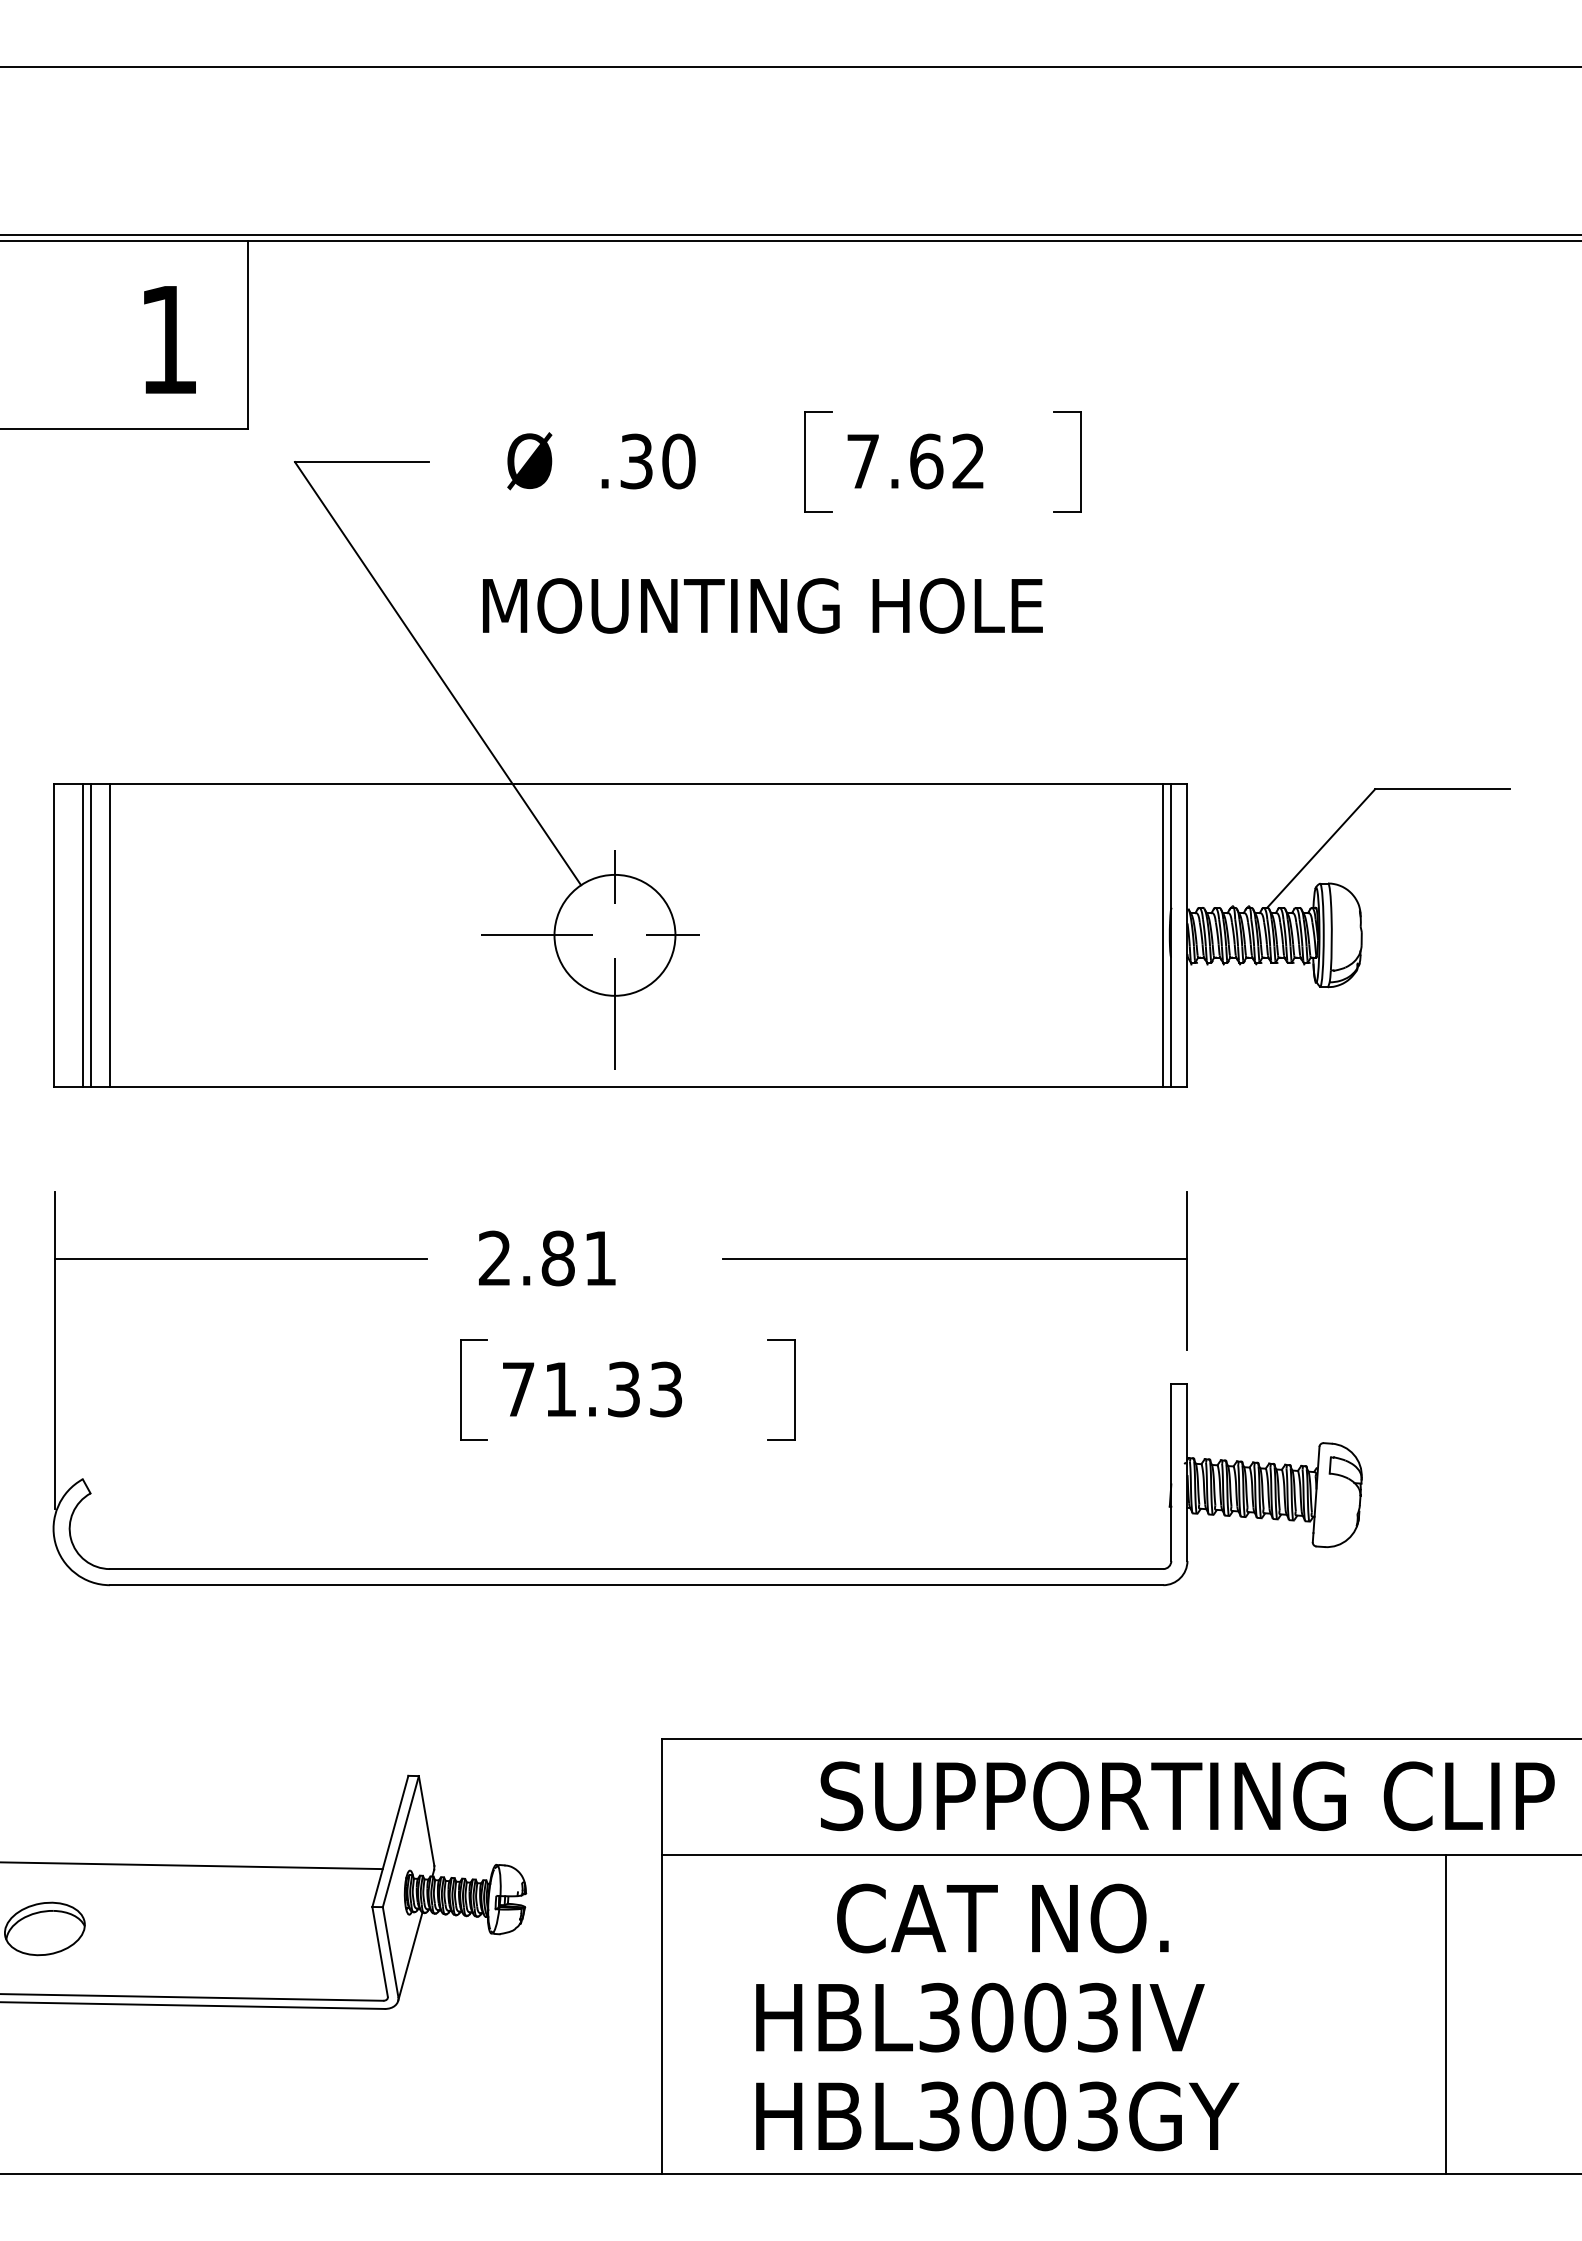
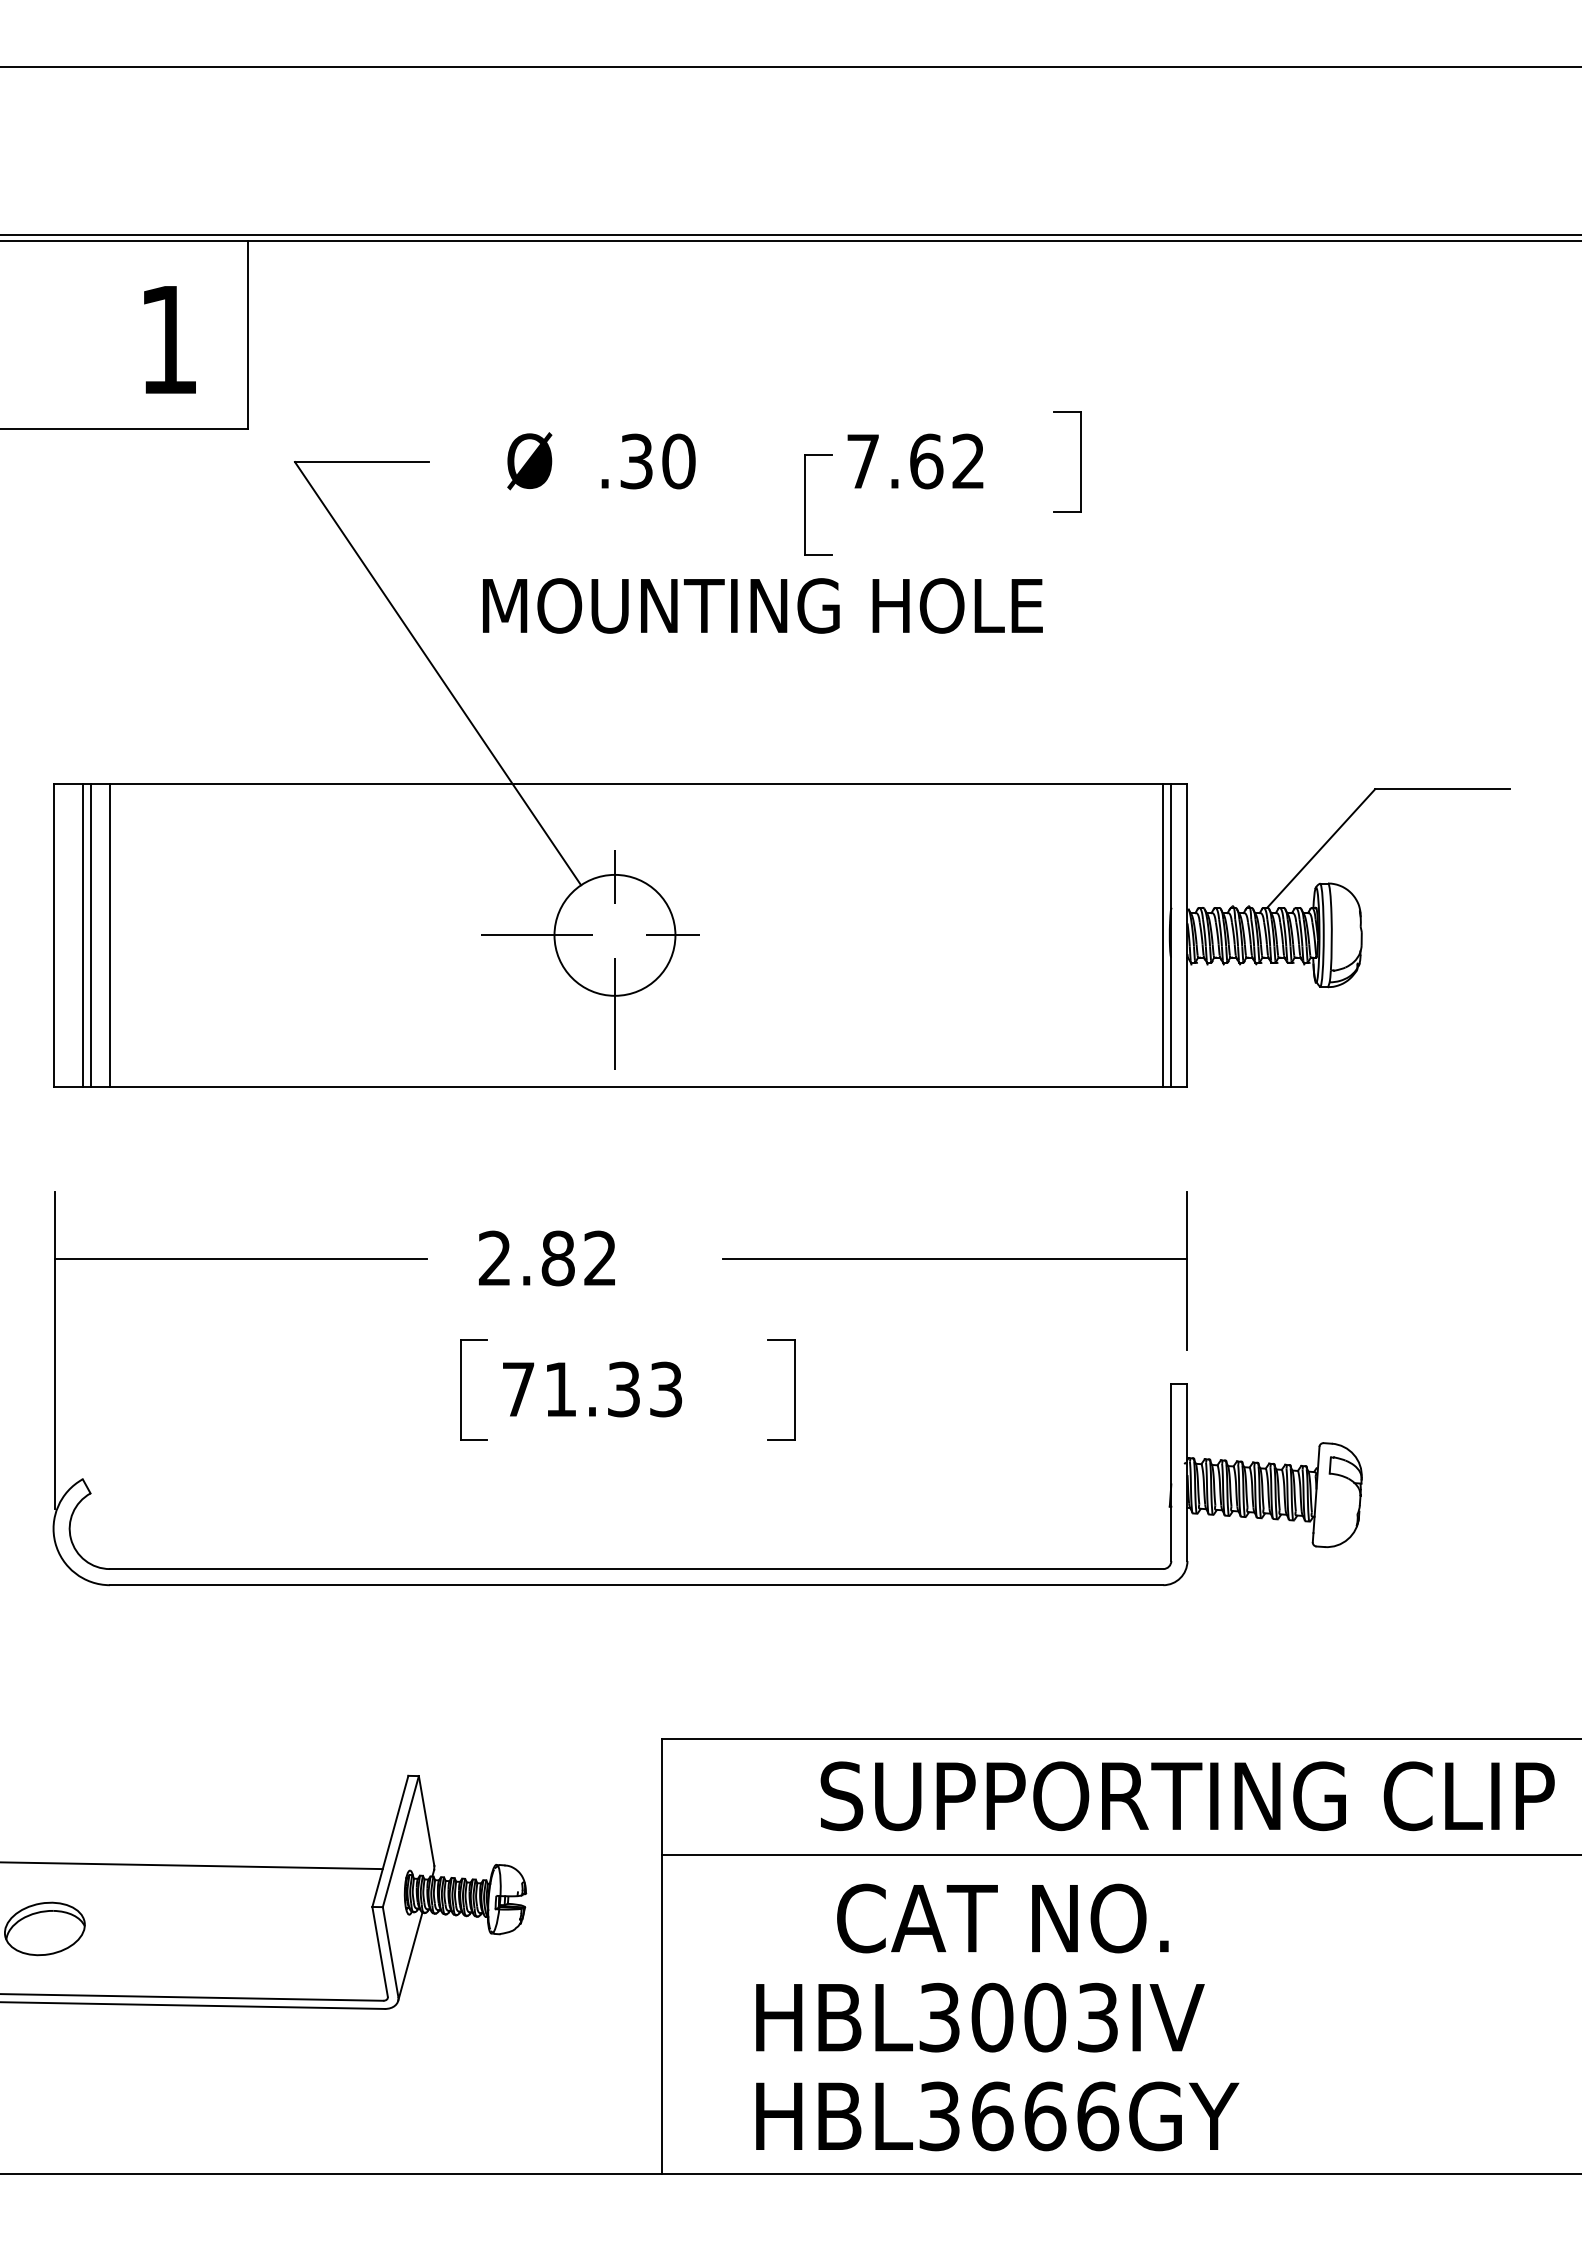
part at (805, 461) position: (805, 461) -> (805, 504)
text at (599, 1257): 2.81 -> 2.82
line at (1446, 2013): present -> none
text at (1045, 2116): HBL3003GY -> HBL3666GY
